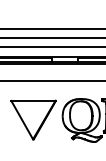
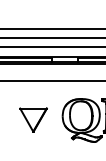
part at (33, 119) size: 47x42 px -> 29x26 px
